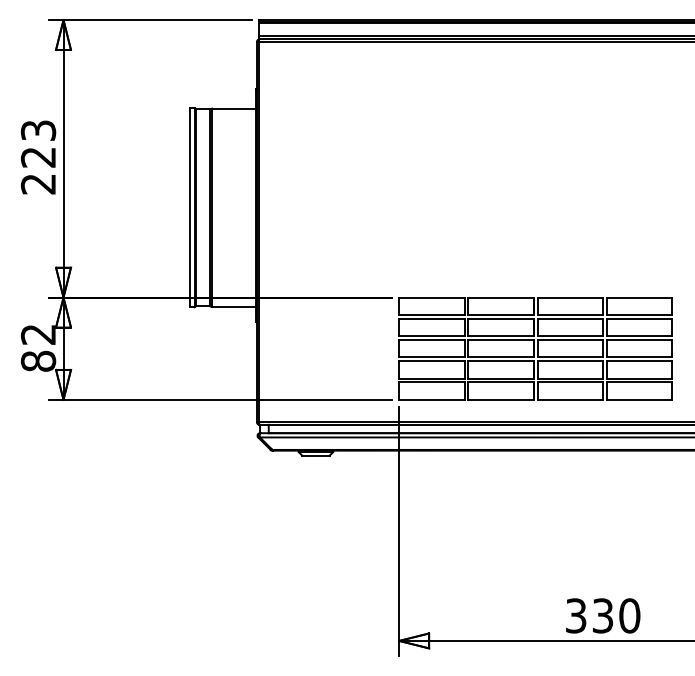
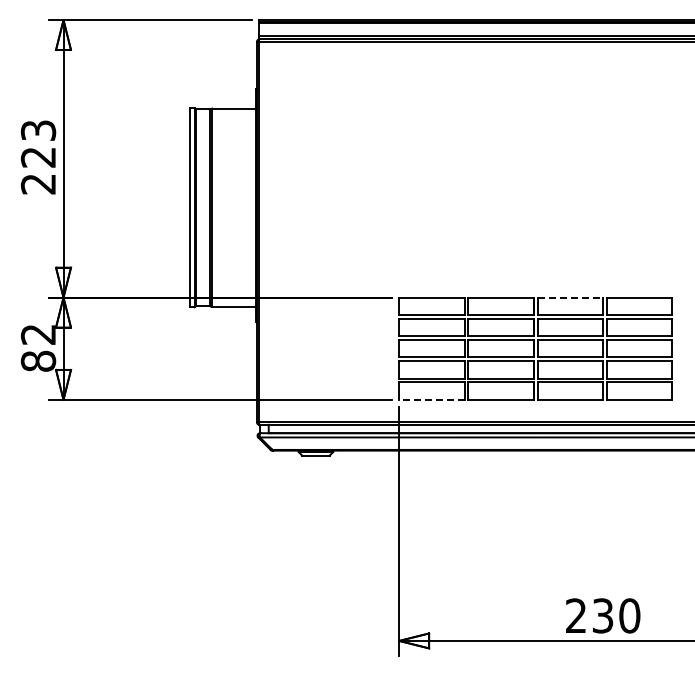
line at (570, 297): solid -> dashed
line at (431, 399): solid -> dashed
text at (576, 615): 330 -> 230
